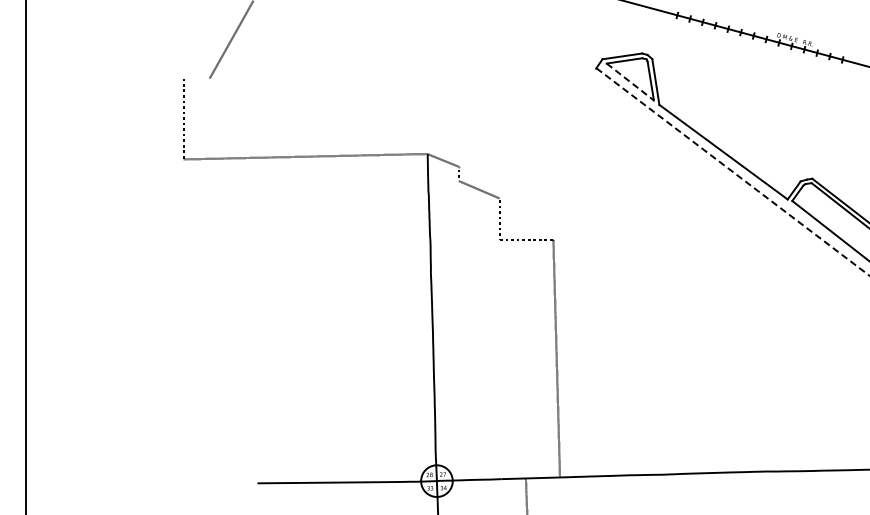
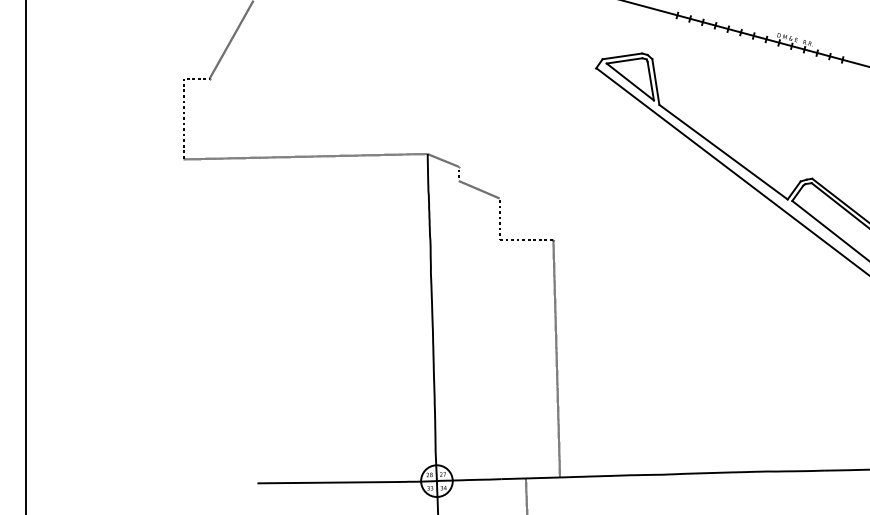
line at (196, 78): none -> present
line at (630, 82): dashed -> solid
line at (733, 172): dashed -> solid
